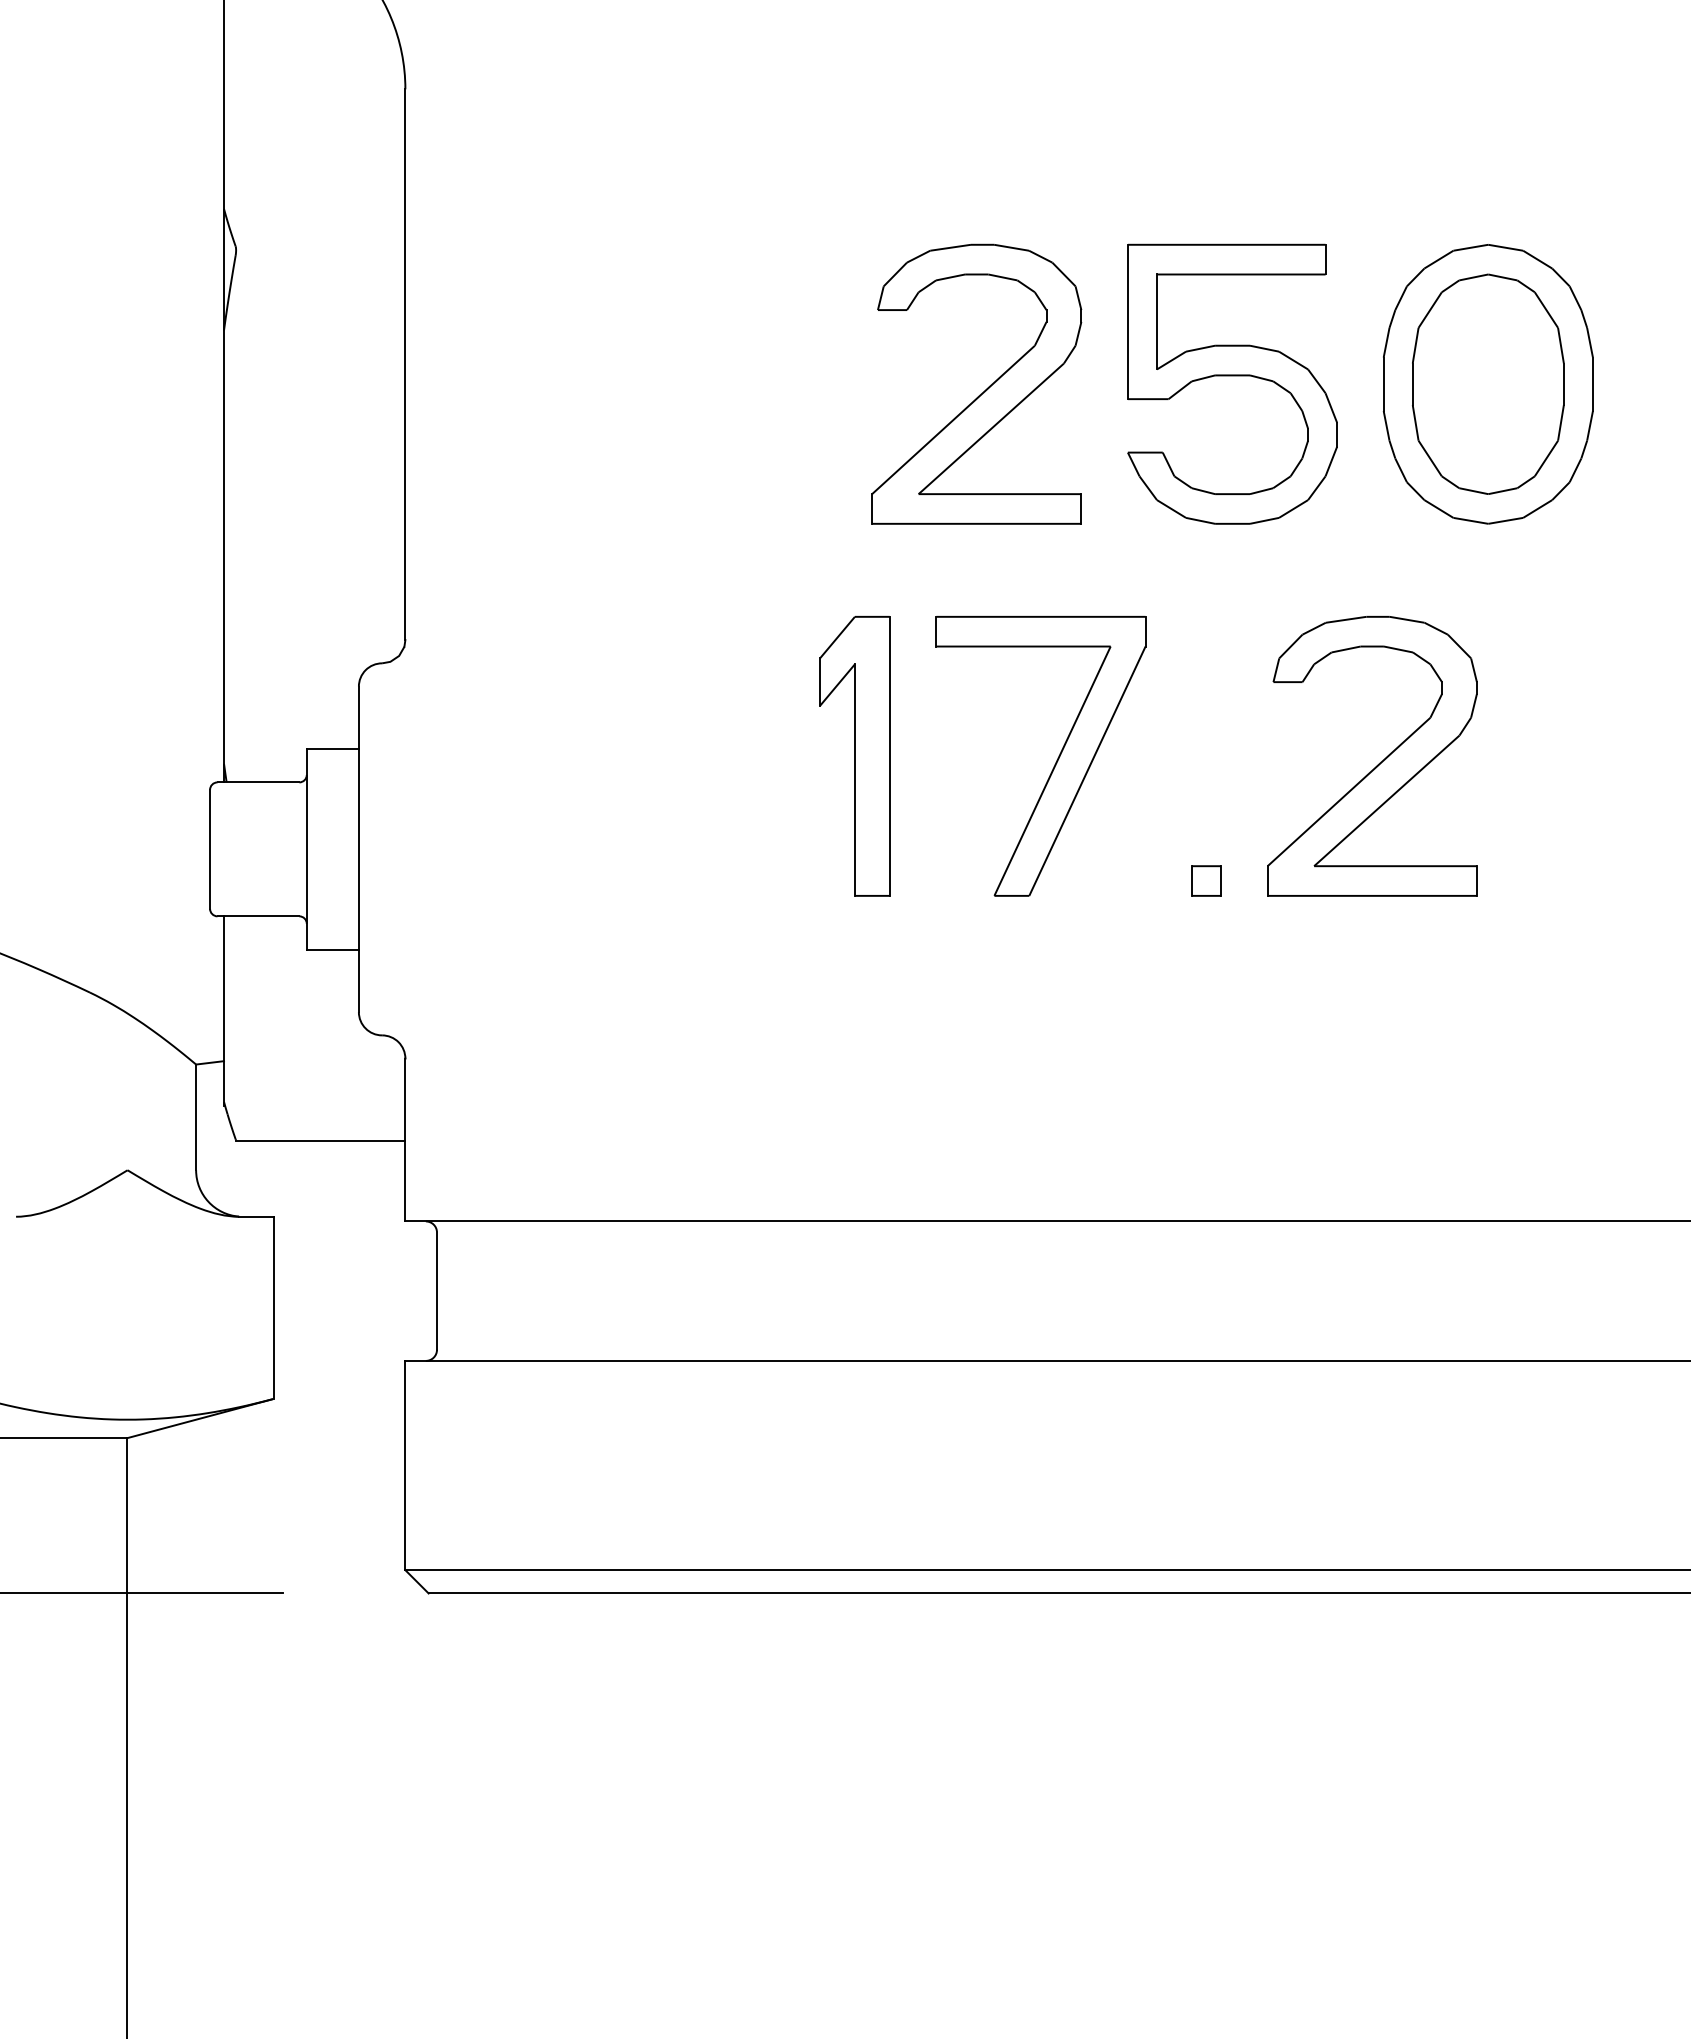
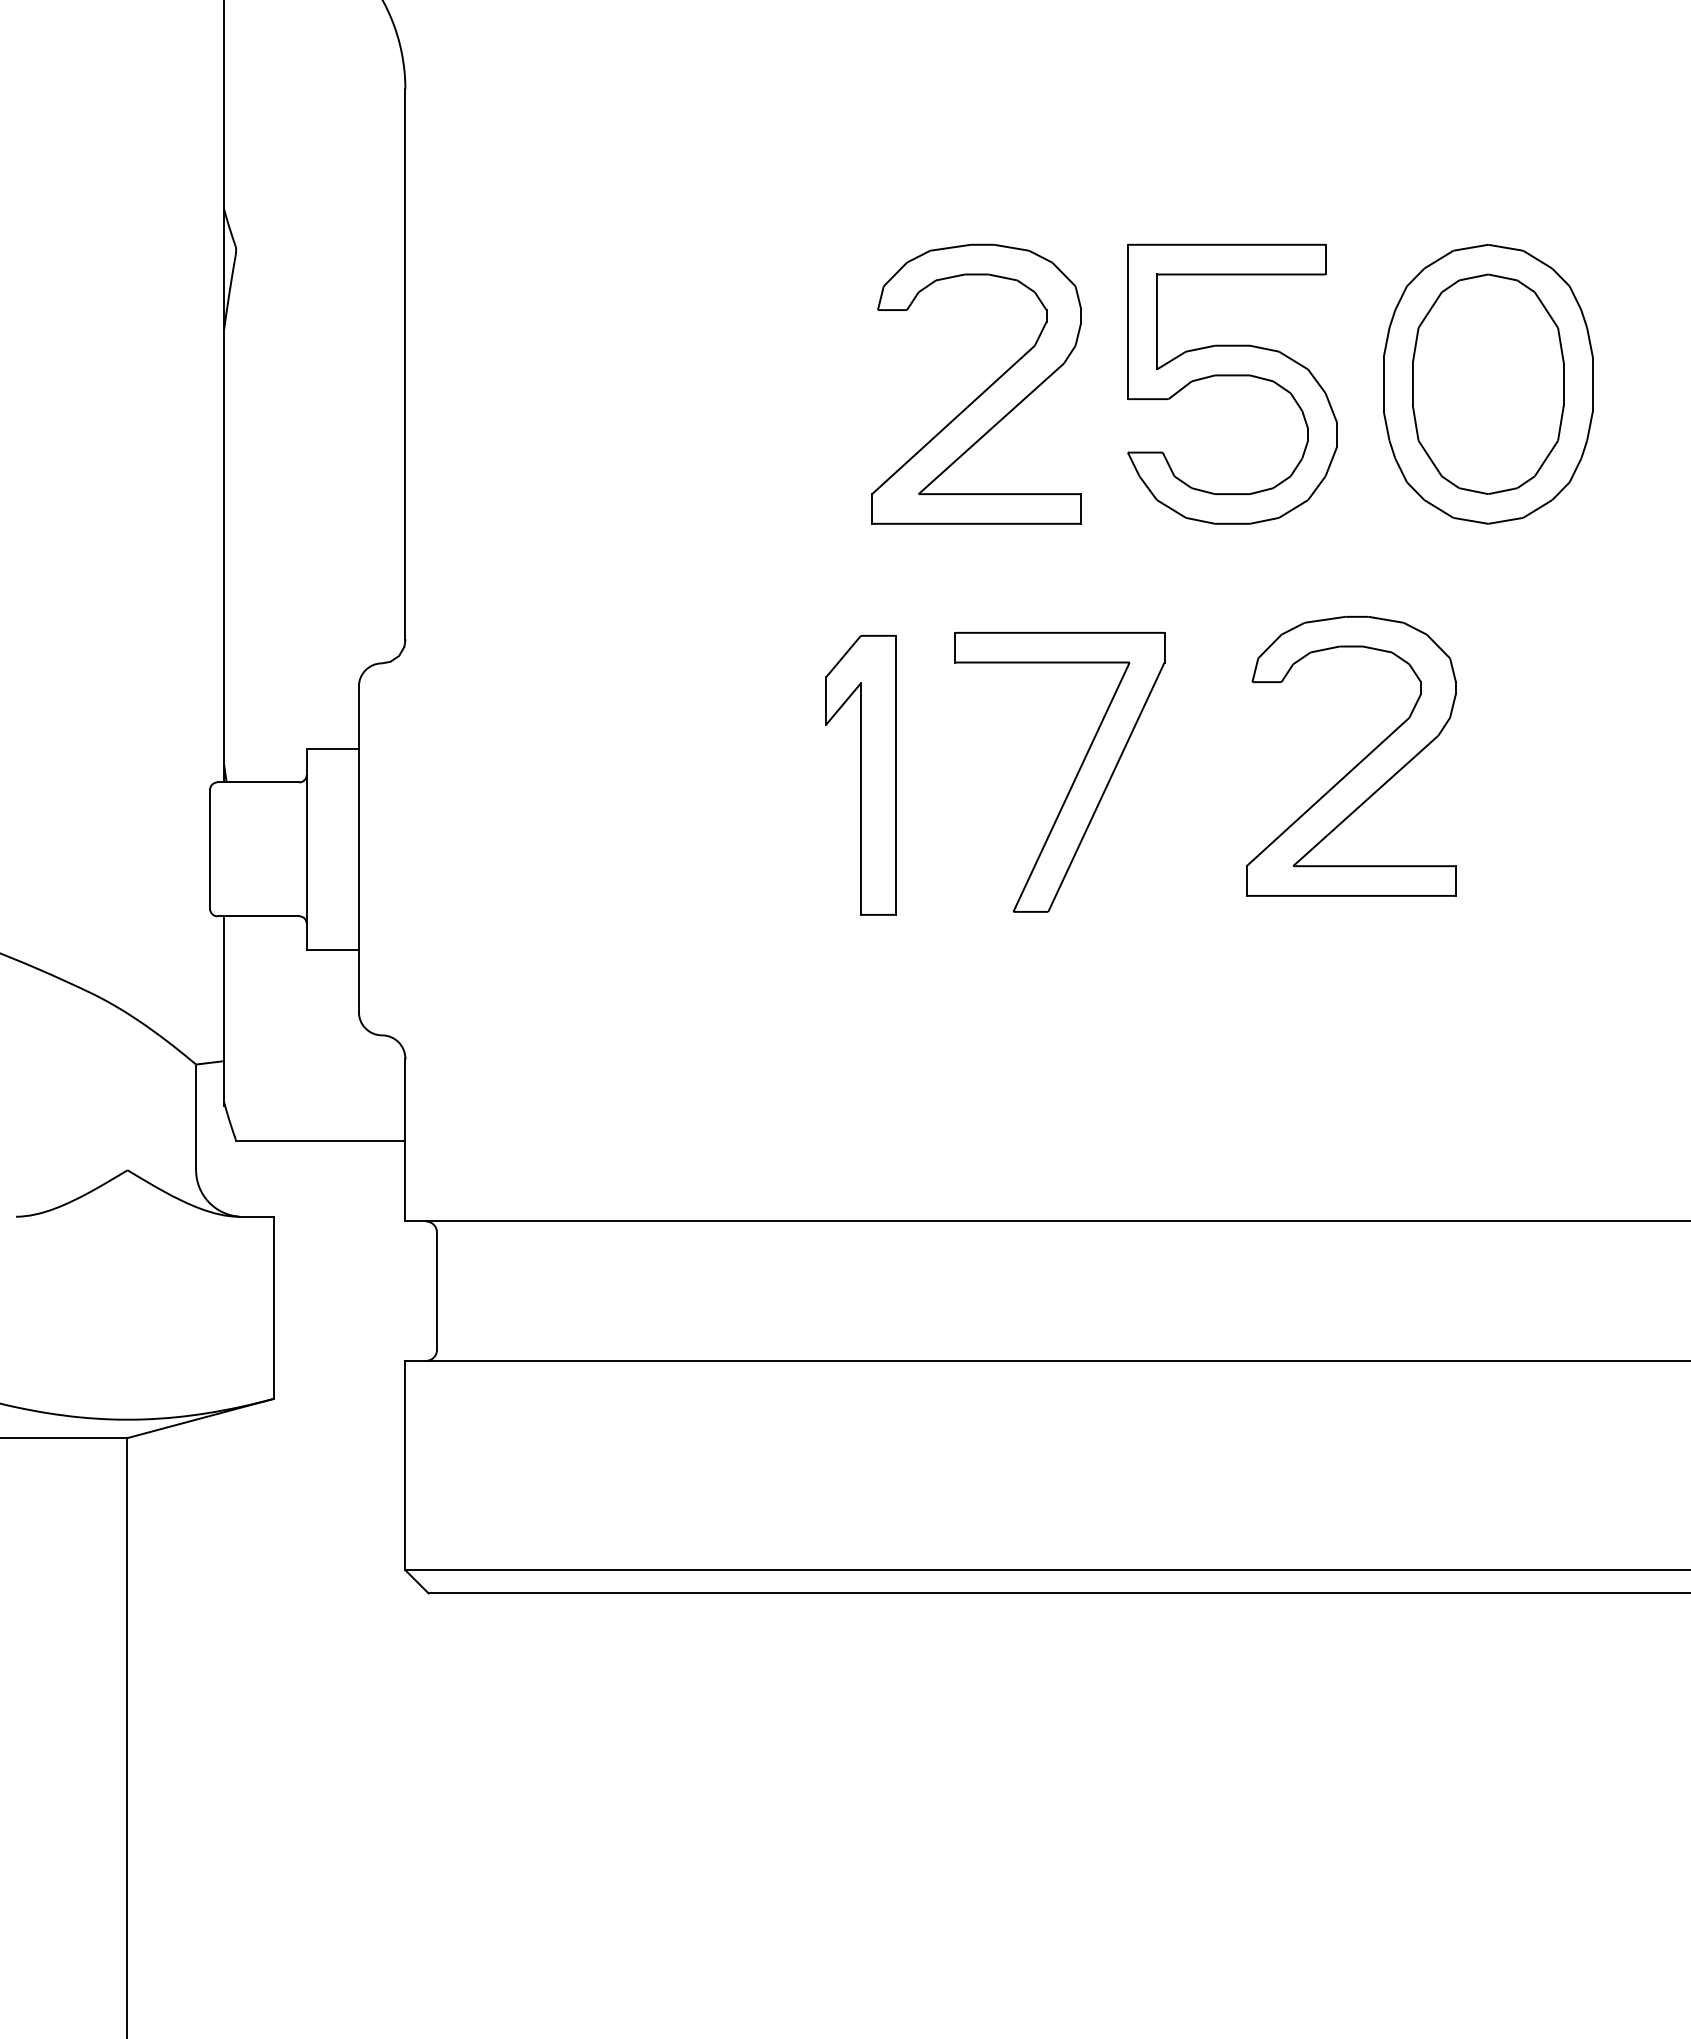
part at (854, 756) position: (854, 756) -> (860, 775)
part at (1379, 762) position: (1379, 762) -> (1358, 762)
part at (1054, 764) position: (1054, 764) -> (1073, 780)
part at (1206, 880): present -> none
line at (142, 1593): present -> none
